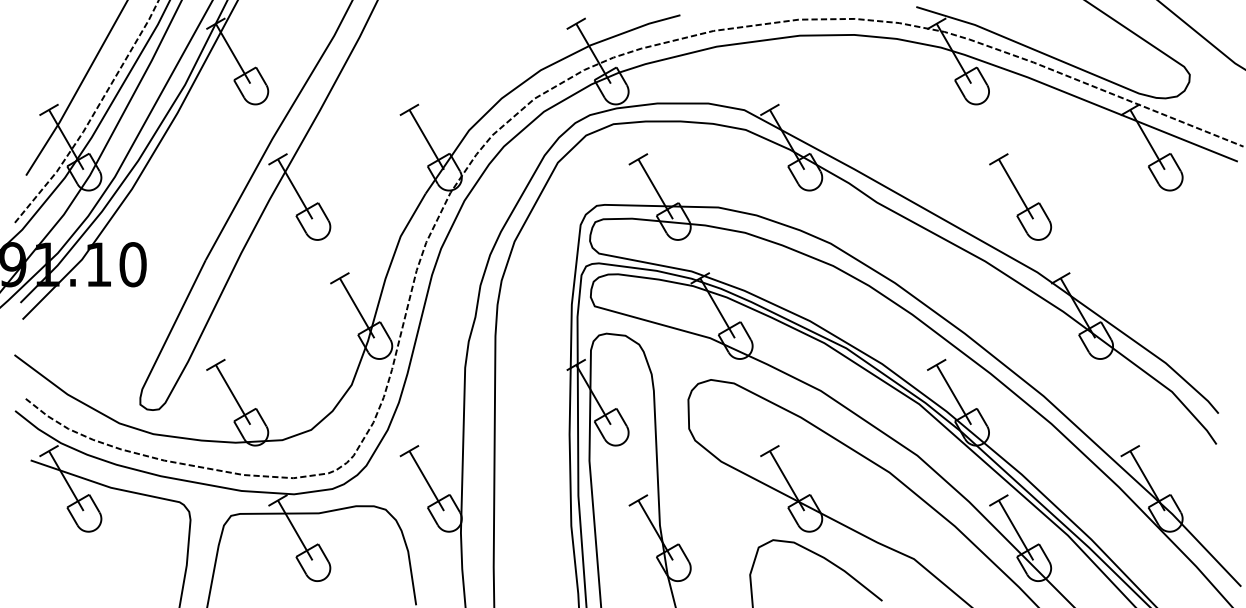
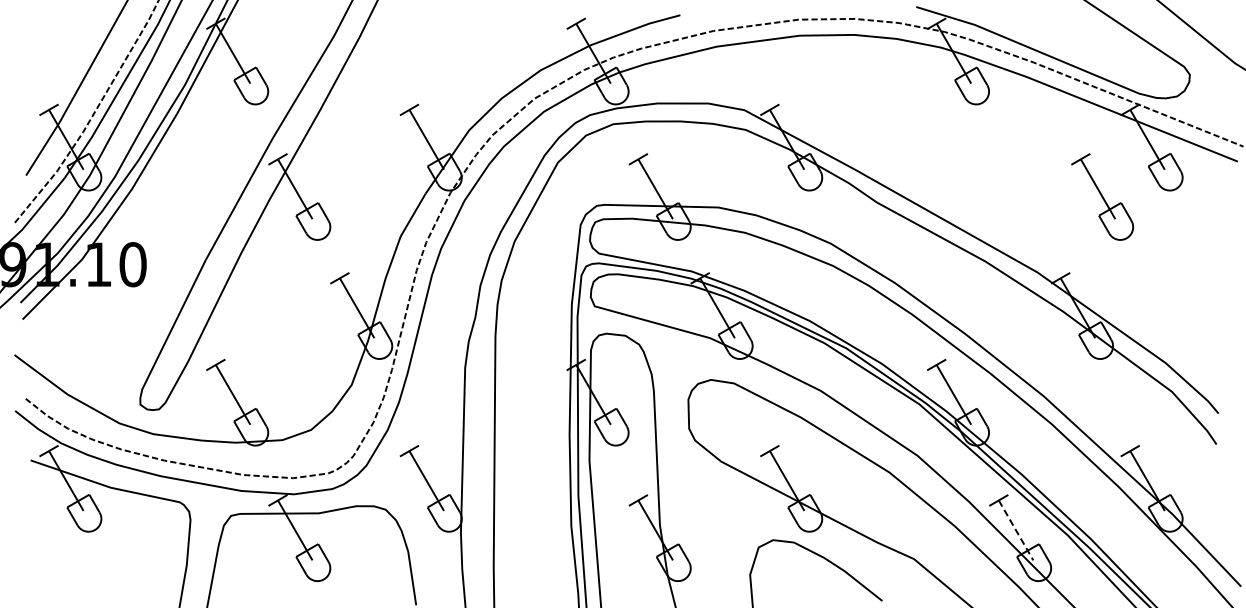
part at (1020, 196) position: (1020, 196) -> (1102, 196)
line at (1016, 530): solid -> dashed
